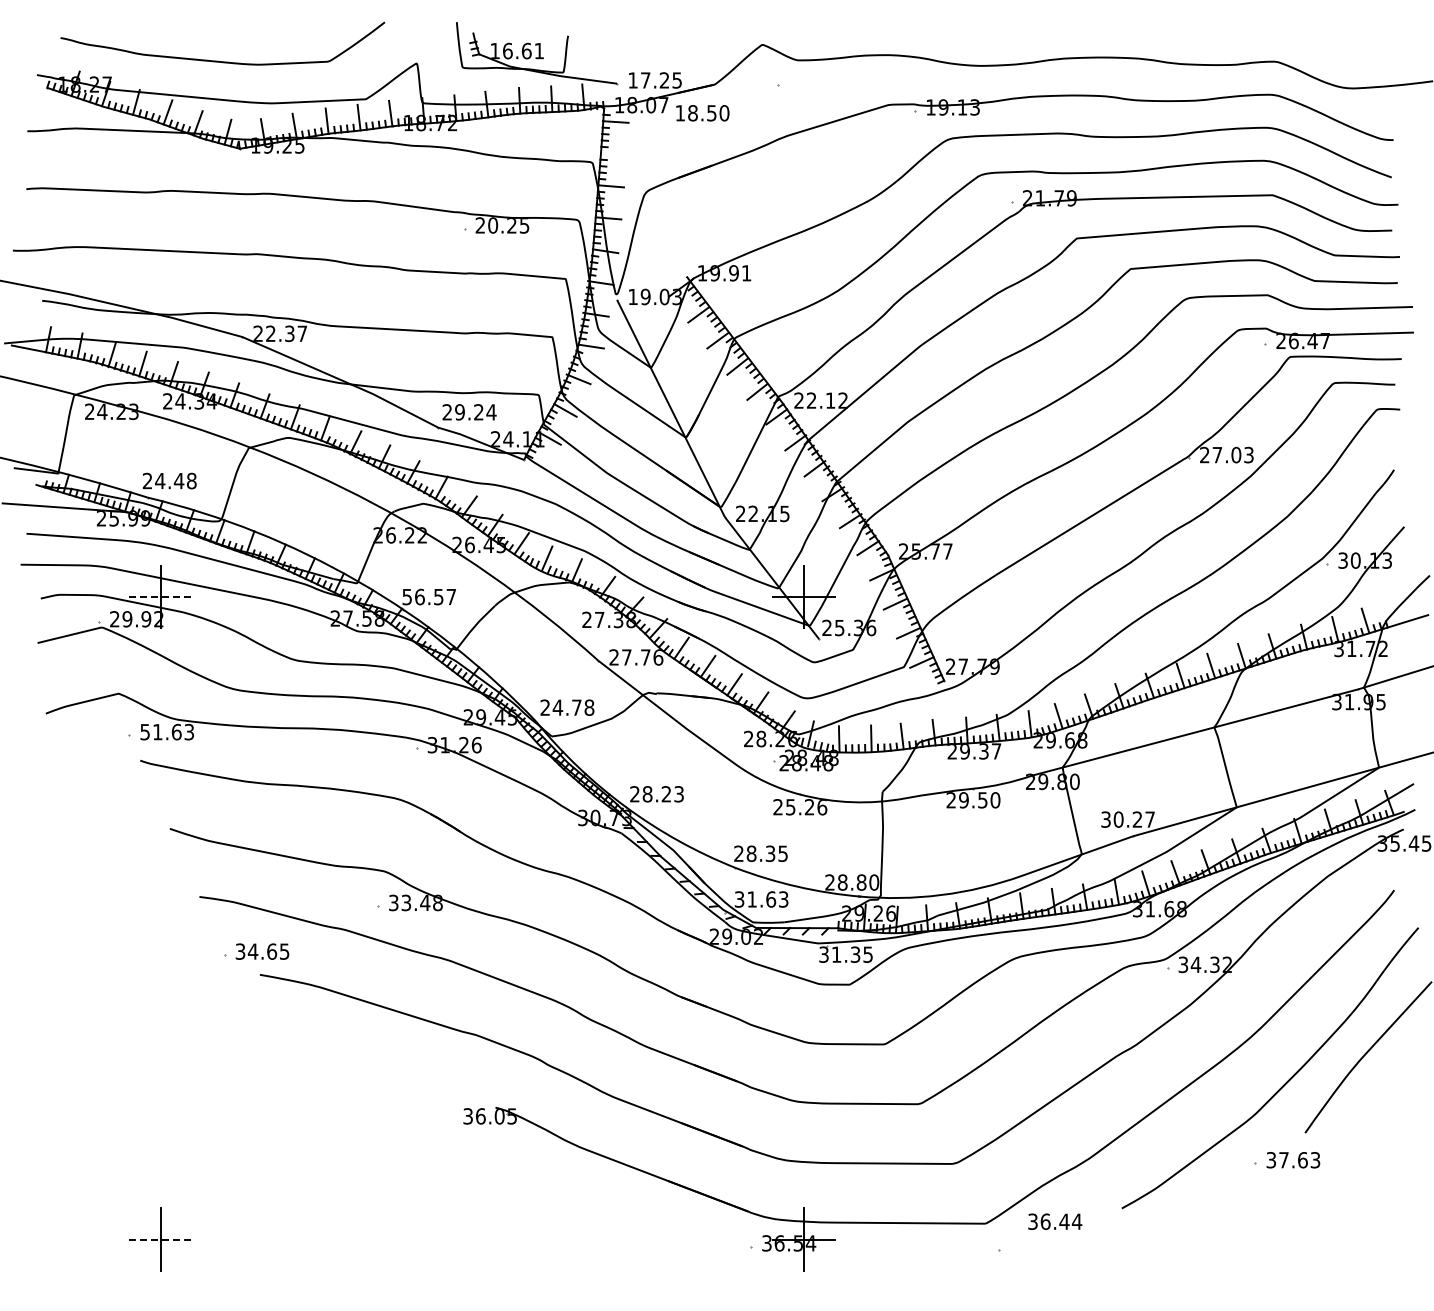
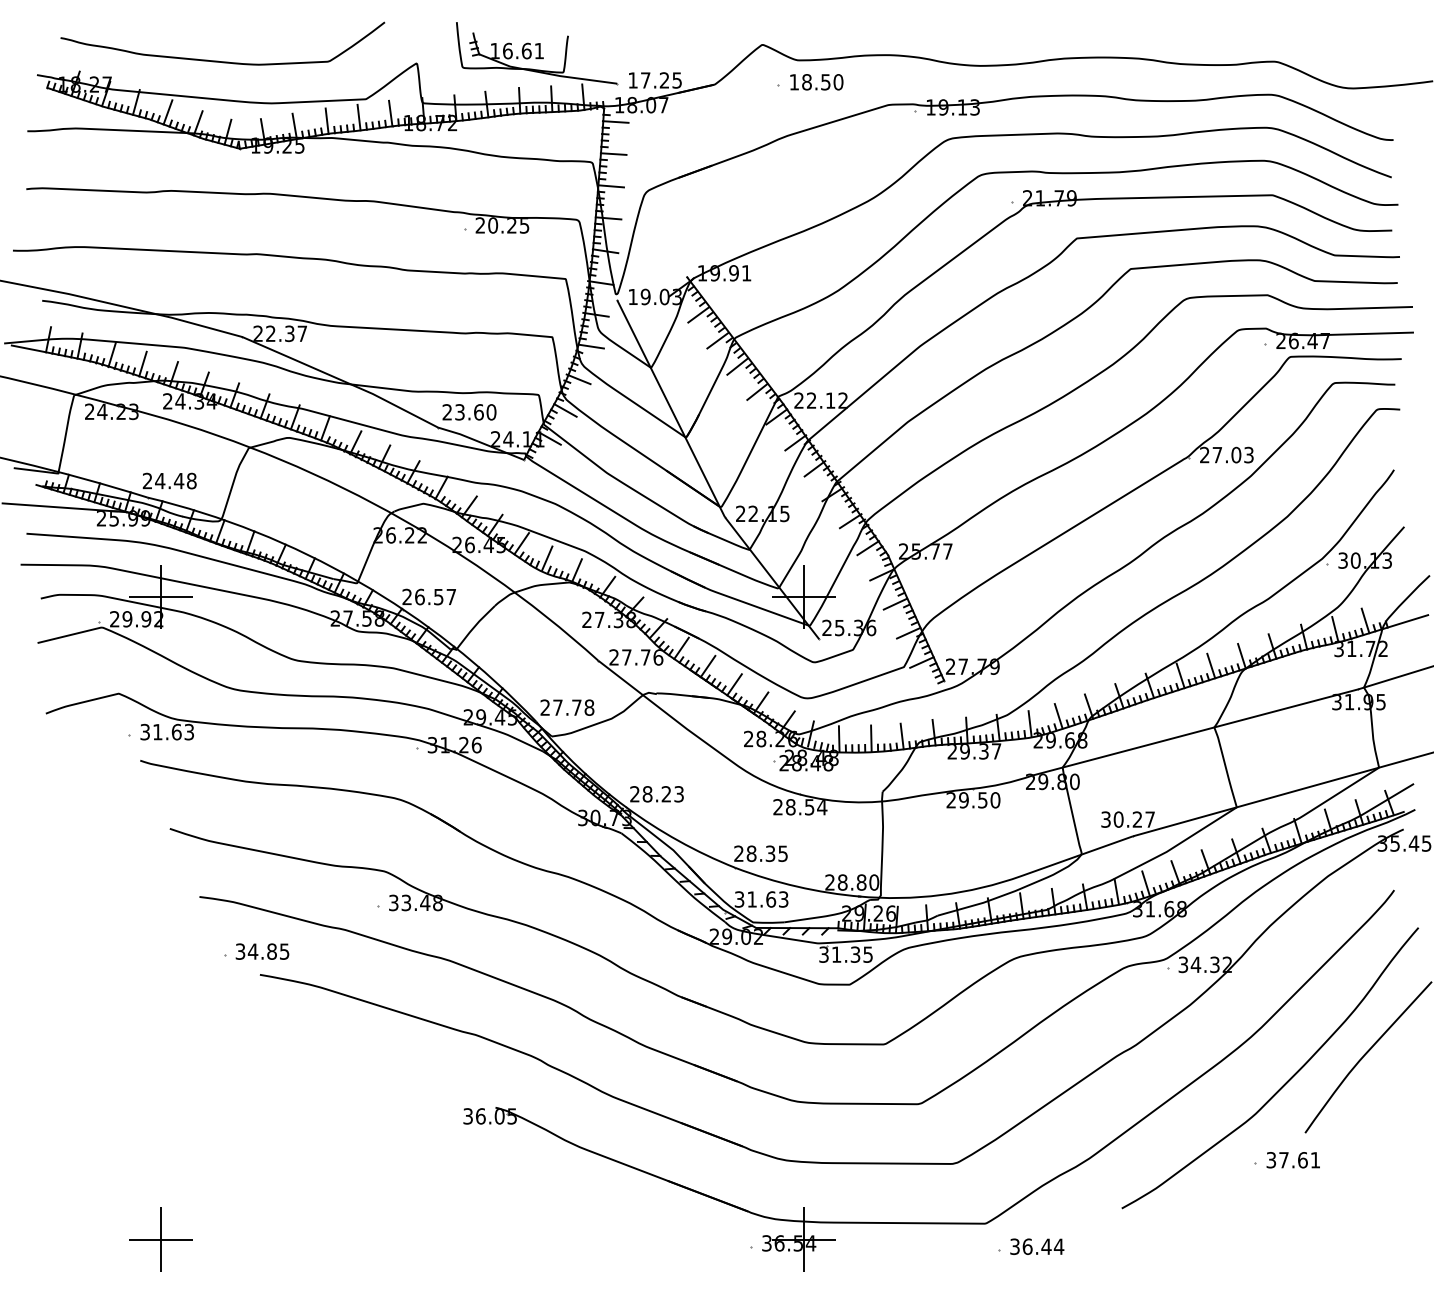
text at (702, 113) position: (702, 113) -> (816, 82)
line at (613, 153): none -> present
text at (475, 412): 29.24 -> 23.60
line at (161, 596): dashed -> solid
text at (406, 596): 56.57 -> 26.57
text at (557, 707): 24.78 -> 27.78
text at (144, 731): 51.63 -> 31.63
text at (806, 807): 25.26 -> 28.54
text at (272, 951): 34.65 -> 34.85
text at (1315, 1160): 37.63 -> 37.61
text at (1055, 1221) position: (1055, 1221) -> (1037, 1246)
line at (161, 1239): dashed -> solid
